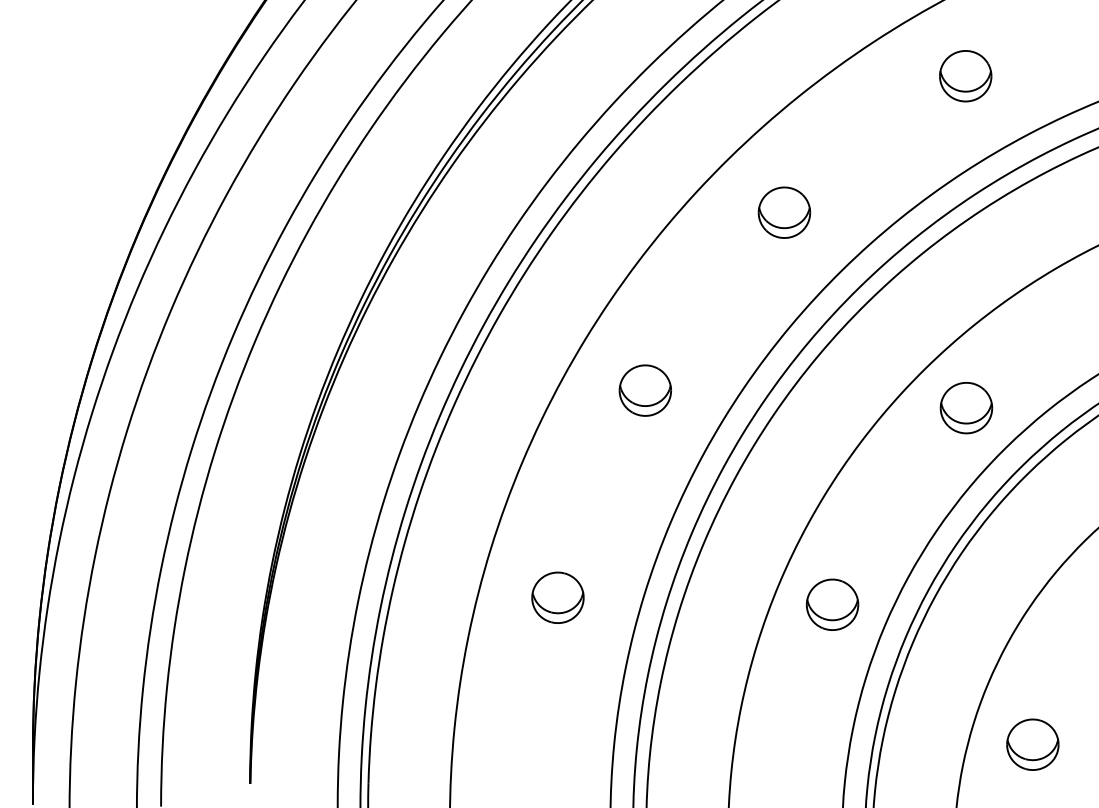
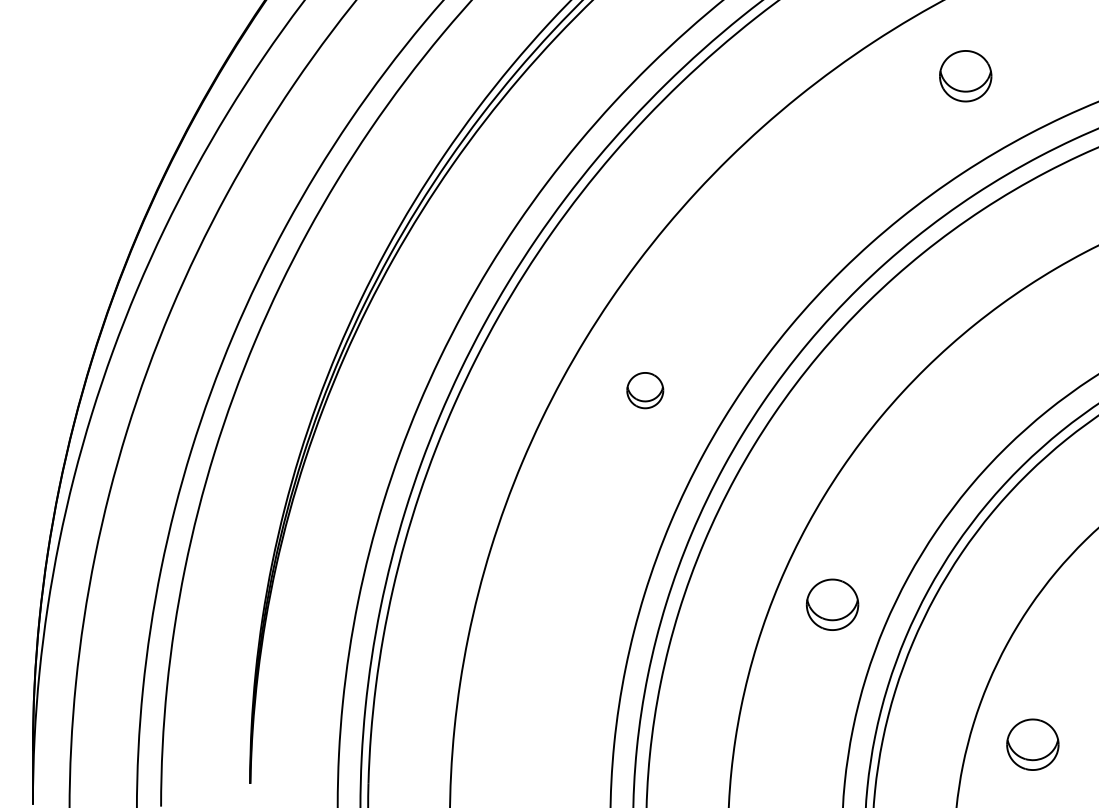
part at (784, 212): present -> none
part at (644, 390) size: 54x53 px -> 39x38 px
part at (966, 408): present -> none
part at (557, 597): present -> none
